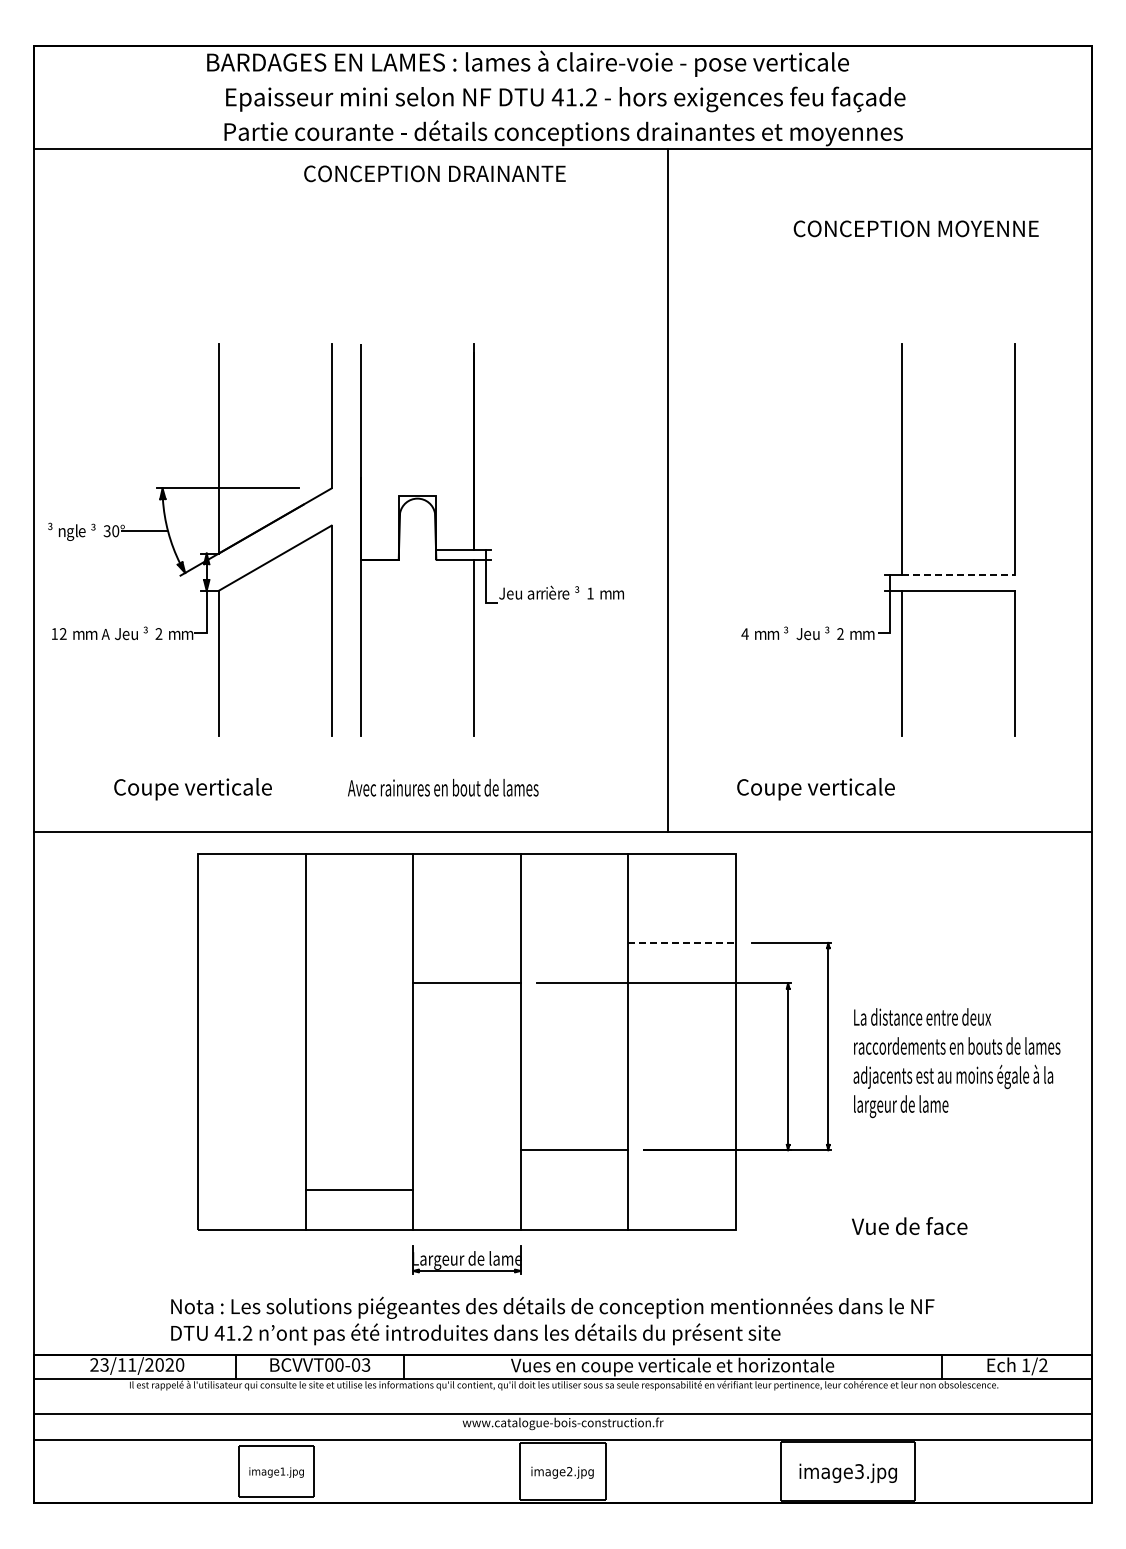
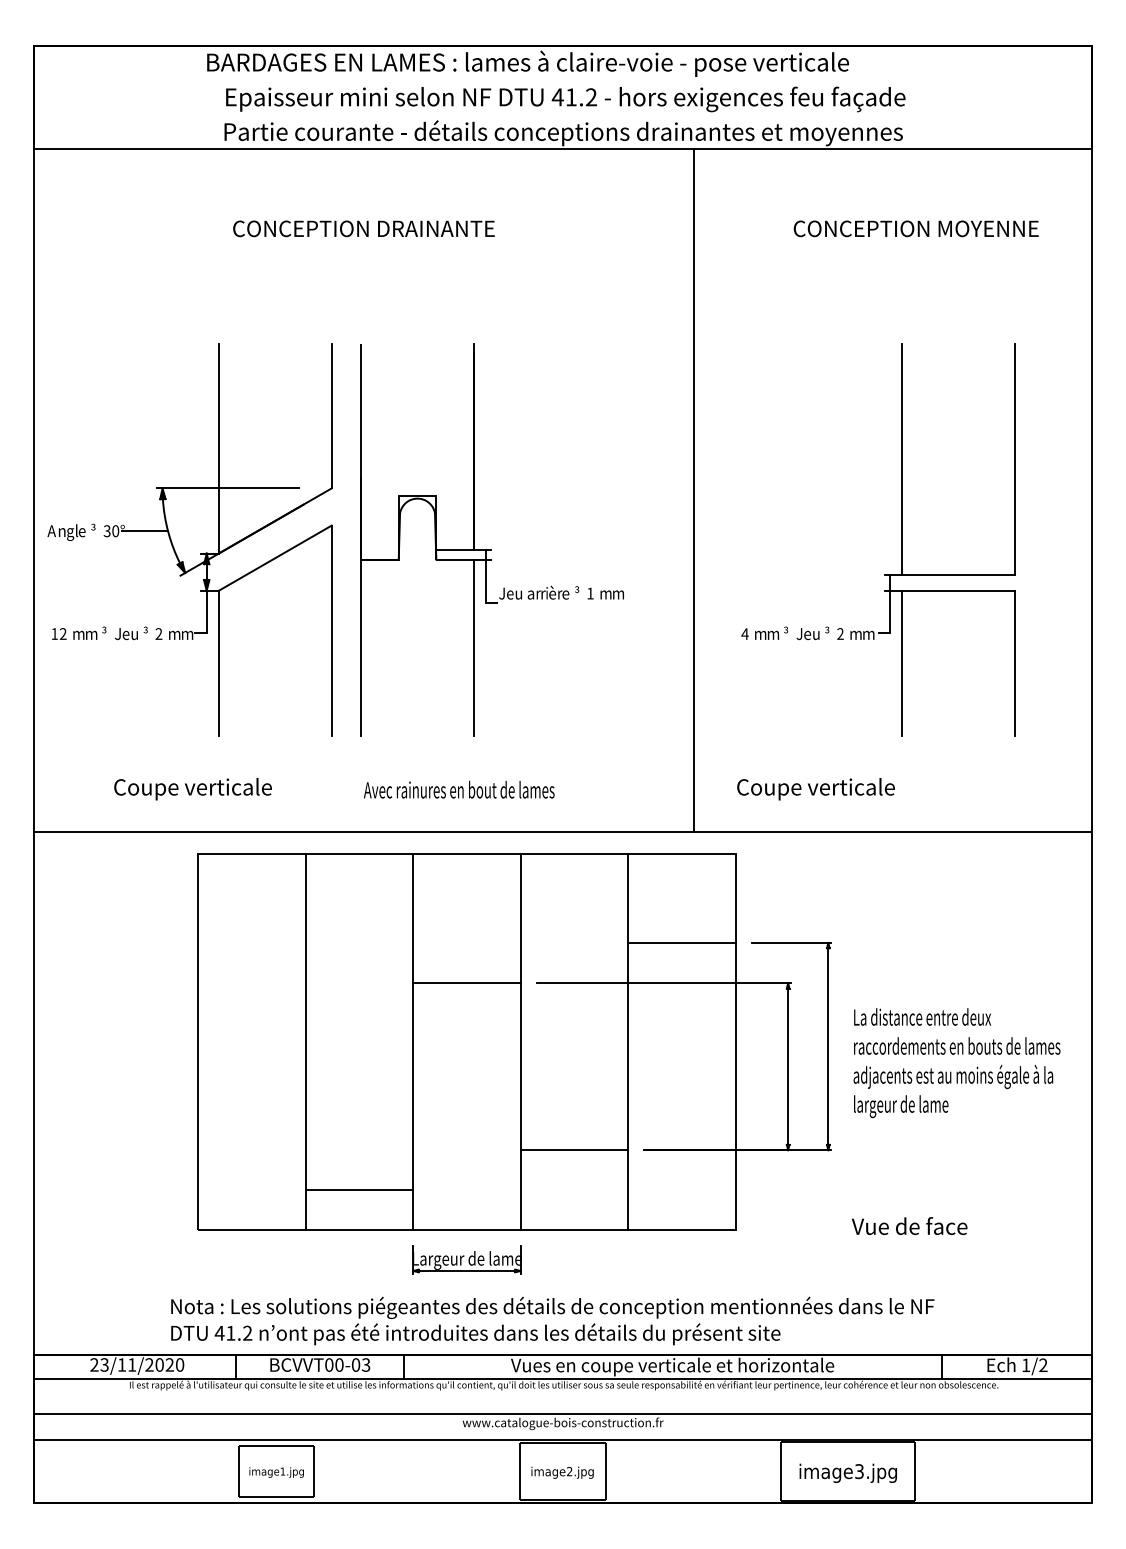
text at (434, 173) position: (434, 173) -> (363, 228)
line at (668, 490) position: (668, 490) -> (694, 490)
text at (51, 529): ³ -> A
line at (958, 574): dashed -> solid
text at (105, 632): A -> ³
text at (443, 787) position: (443, 787) -> (459, 789)
line at (681, 942): dashed -> solid
